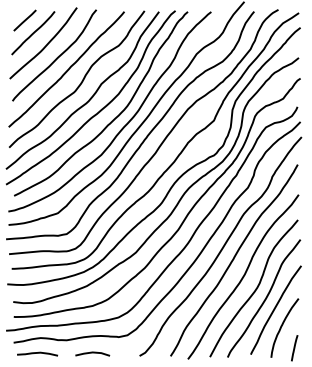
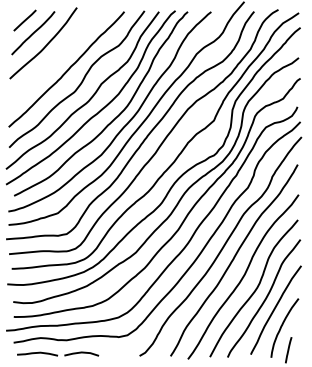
curve at (56, 57): present -> none
line at (294, 348) position: (294, 348) -> (288, 350)
line at (92, 353) position: (92, 353) -> (81, 353)
